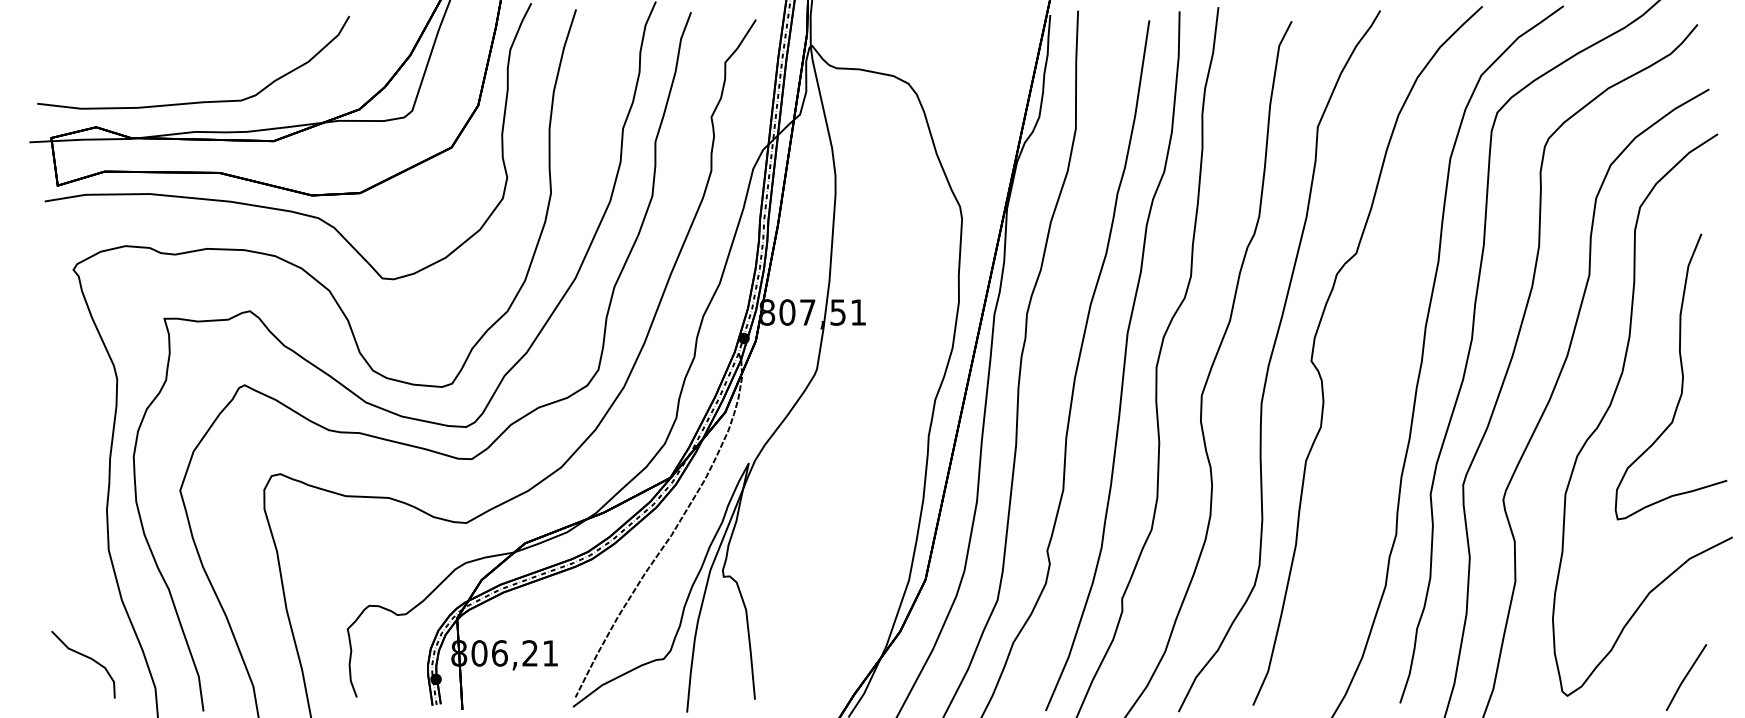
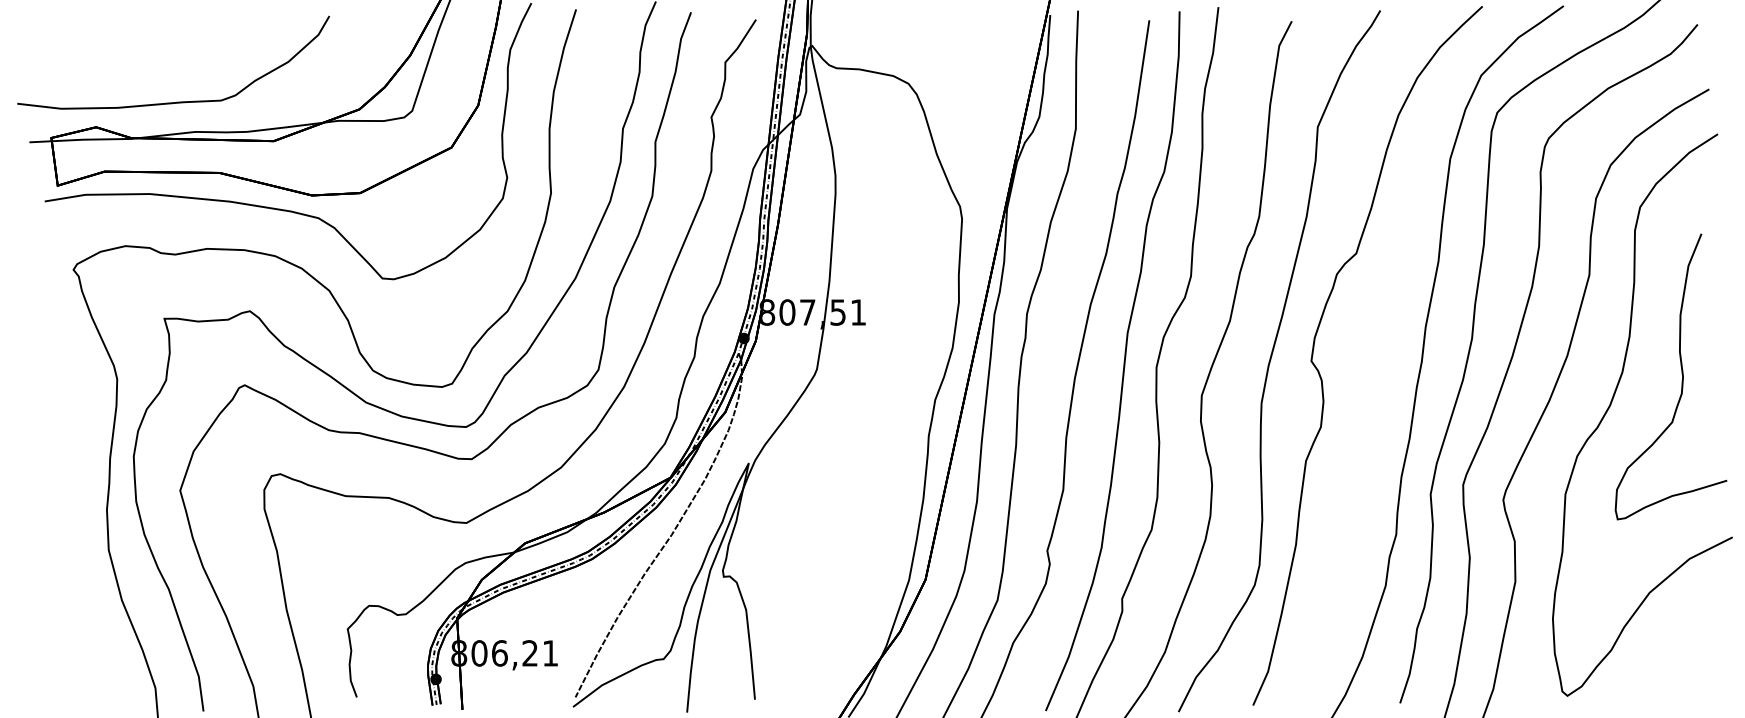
curve at (196, 101) position: (196, 101) -> (176, 101)
curve at (85, 657): present -> none
line at (1686, 677): present -> none
